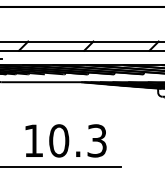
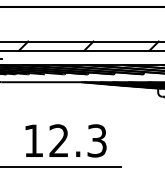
text at (59, 140): 10.3 -> 12.3
